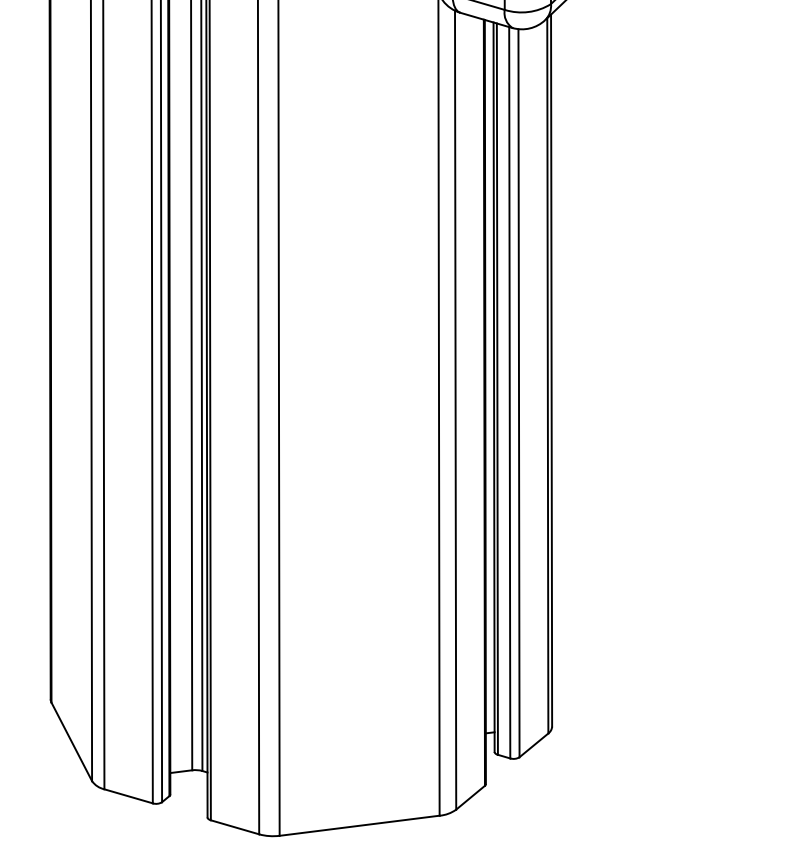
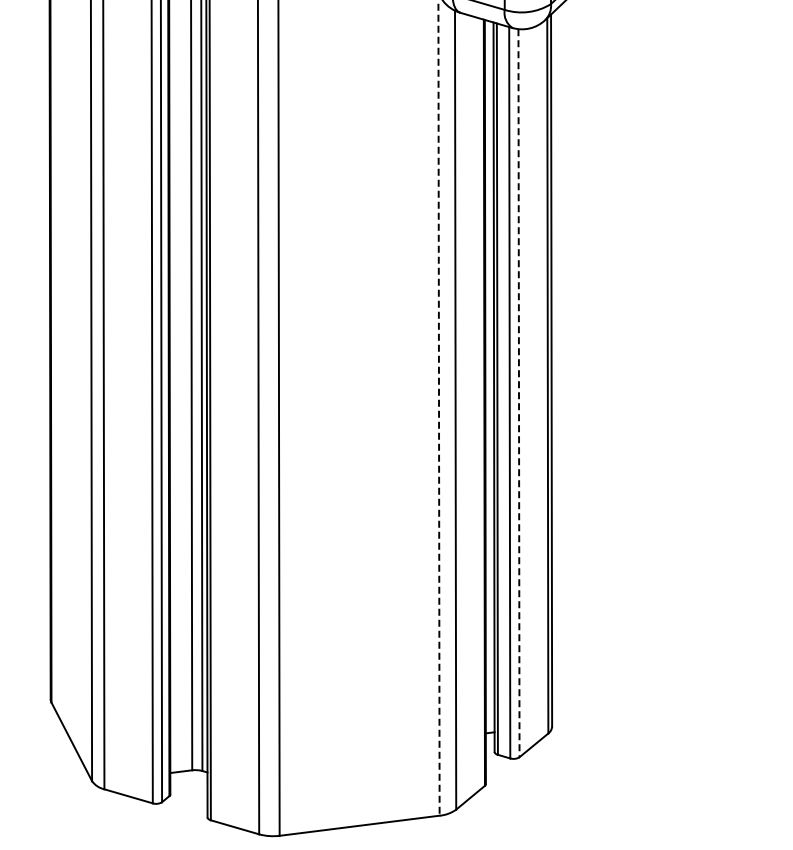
line at (518, 393): solid -> dashed
line at (439, 408): solid -> dashed
